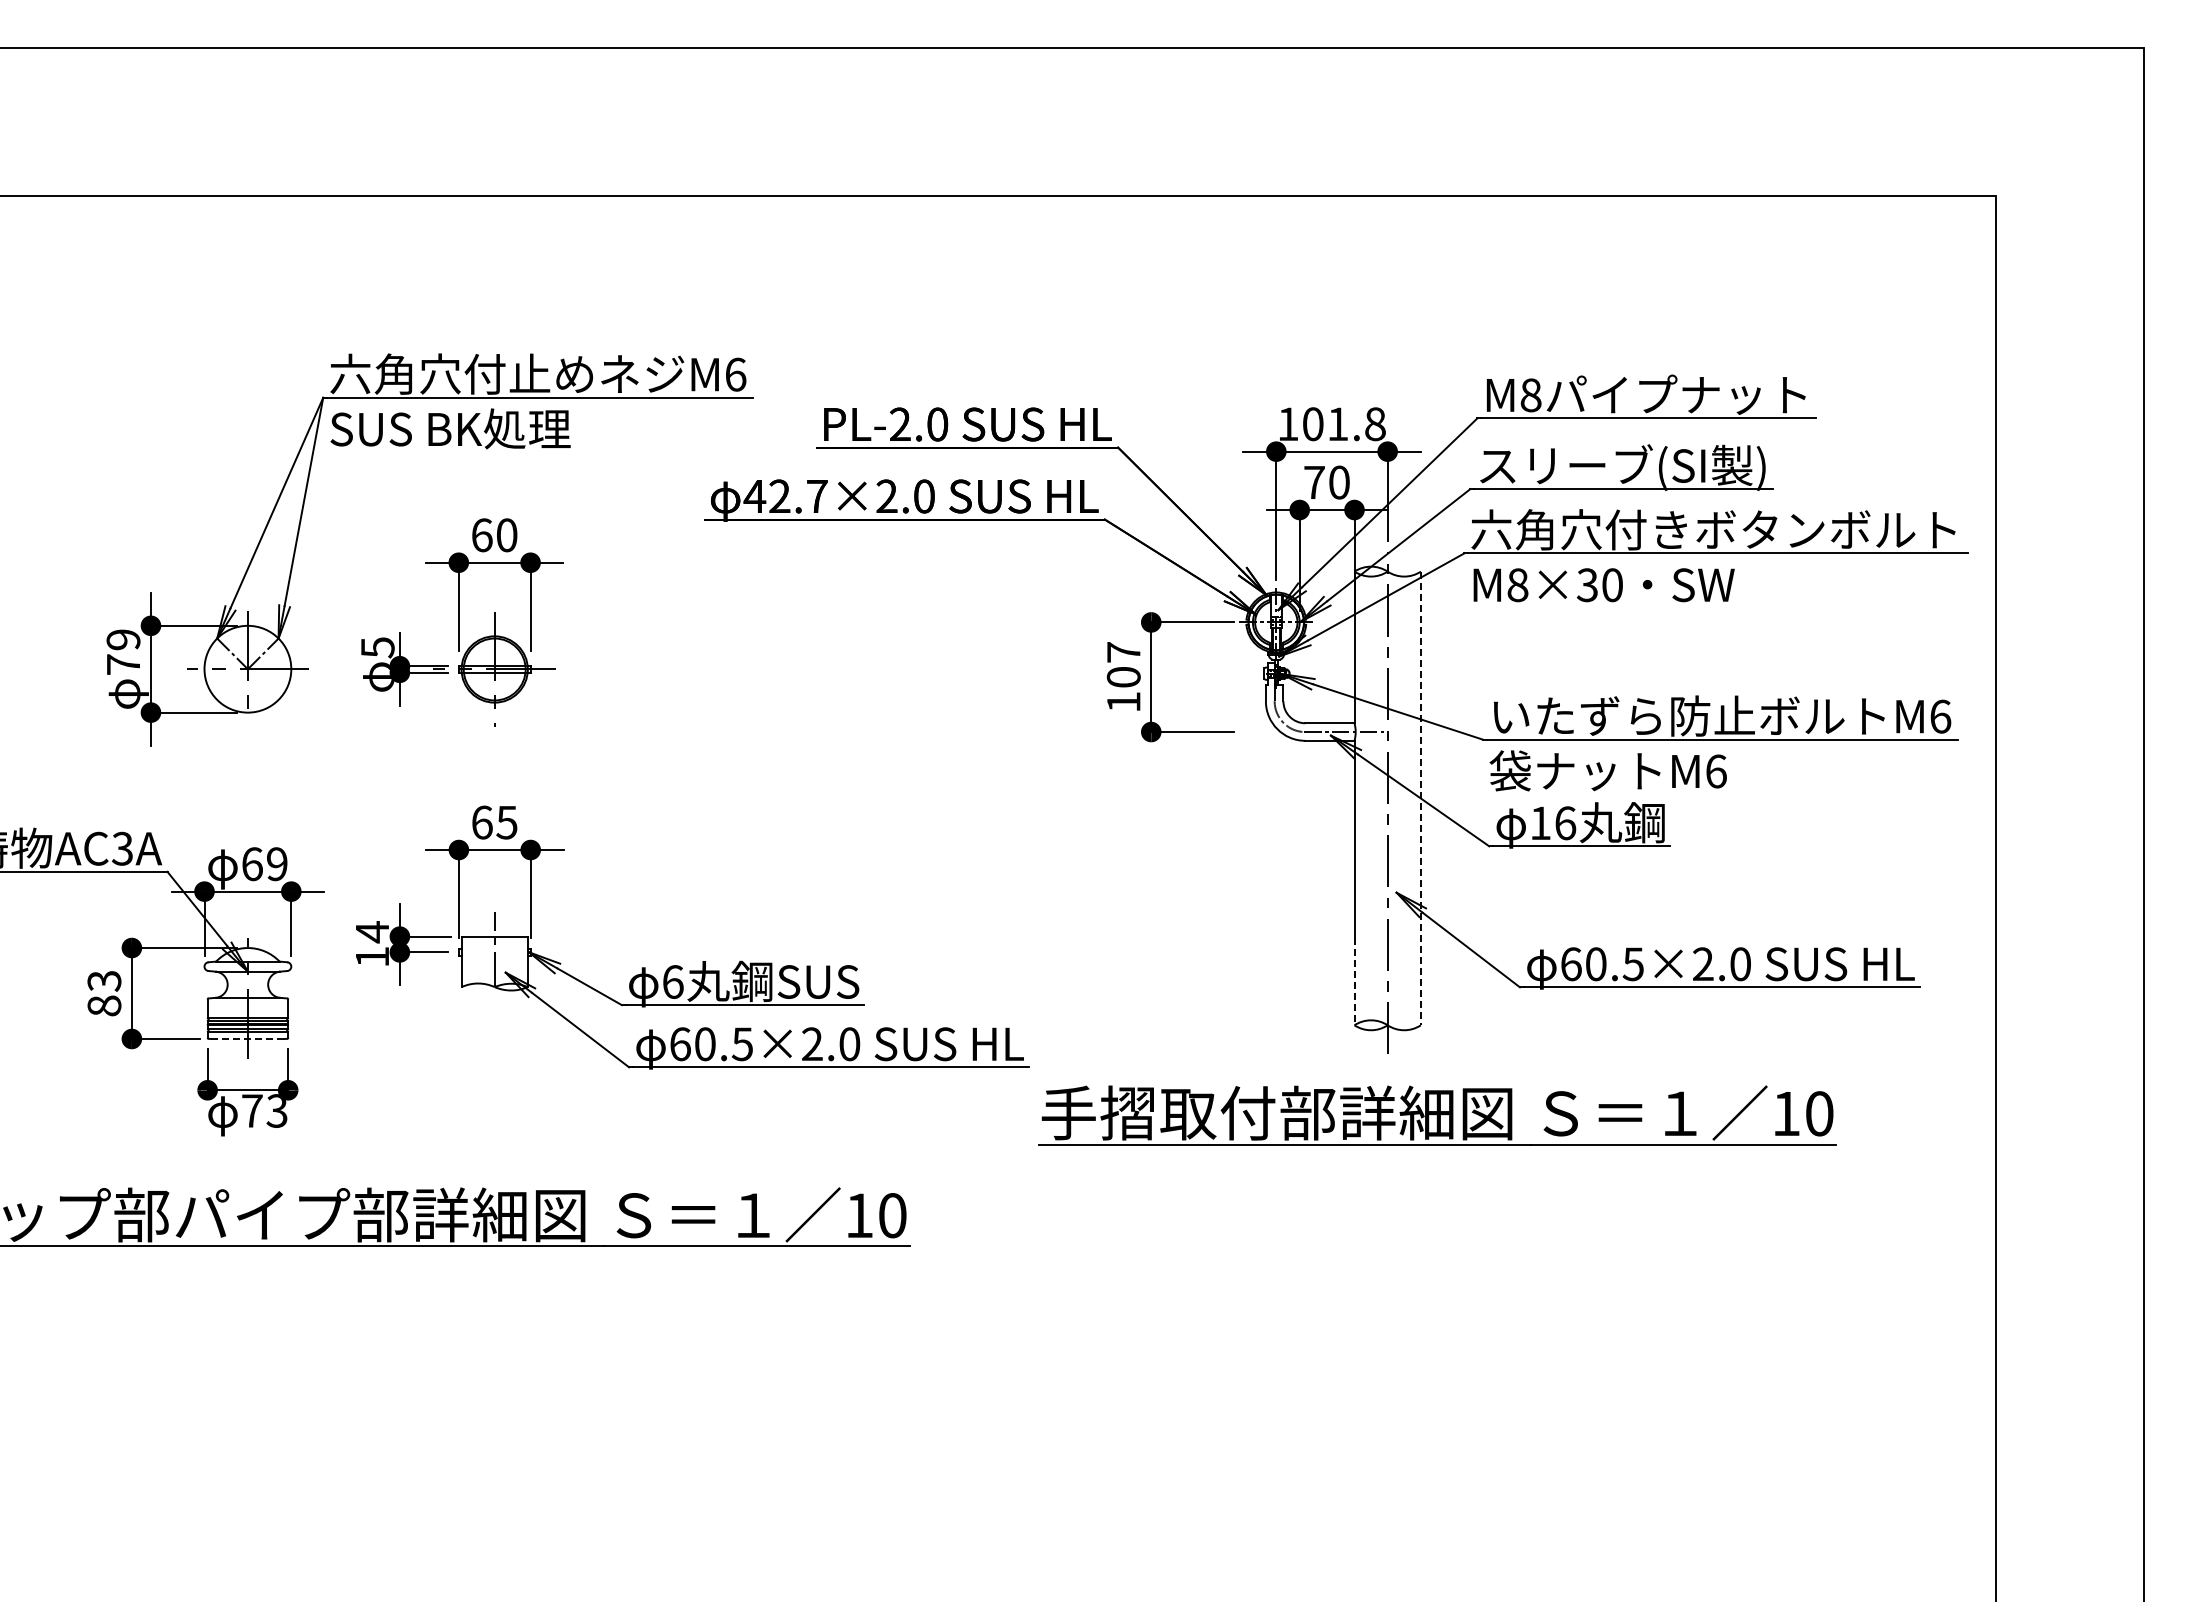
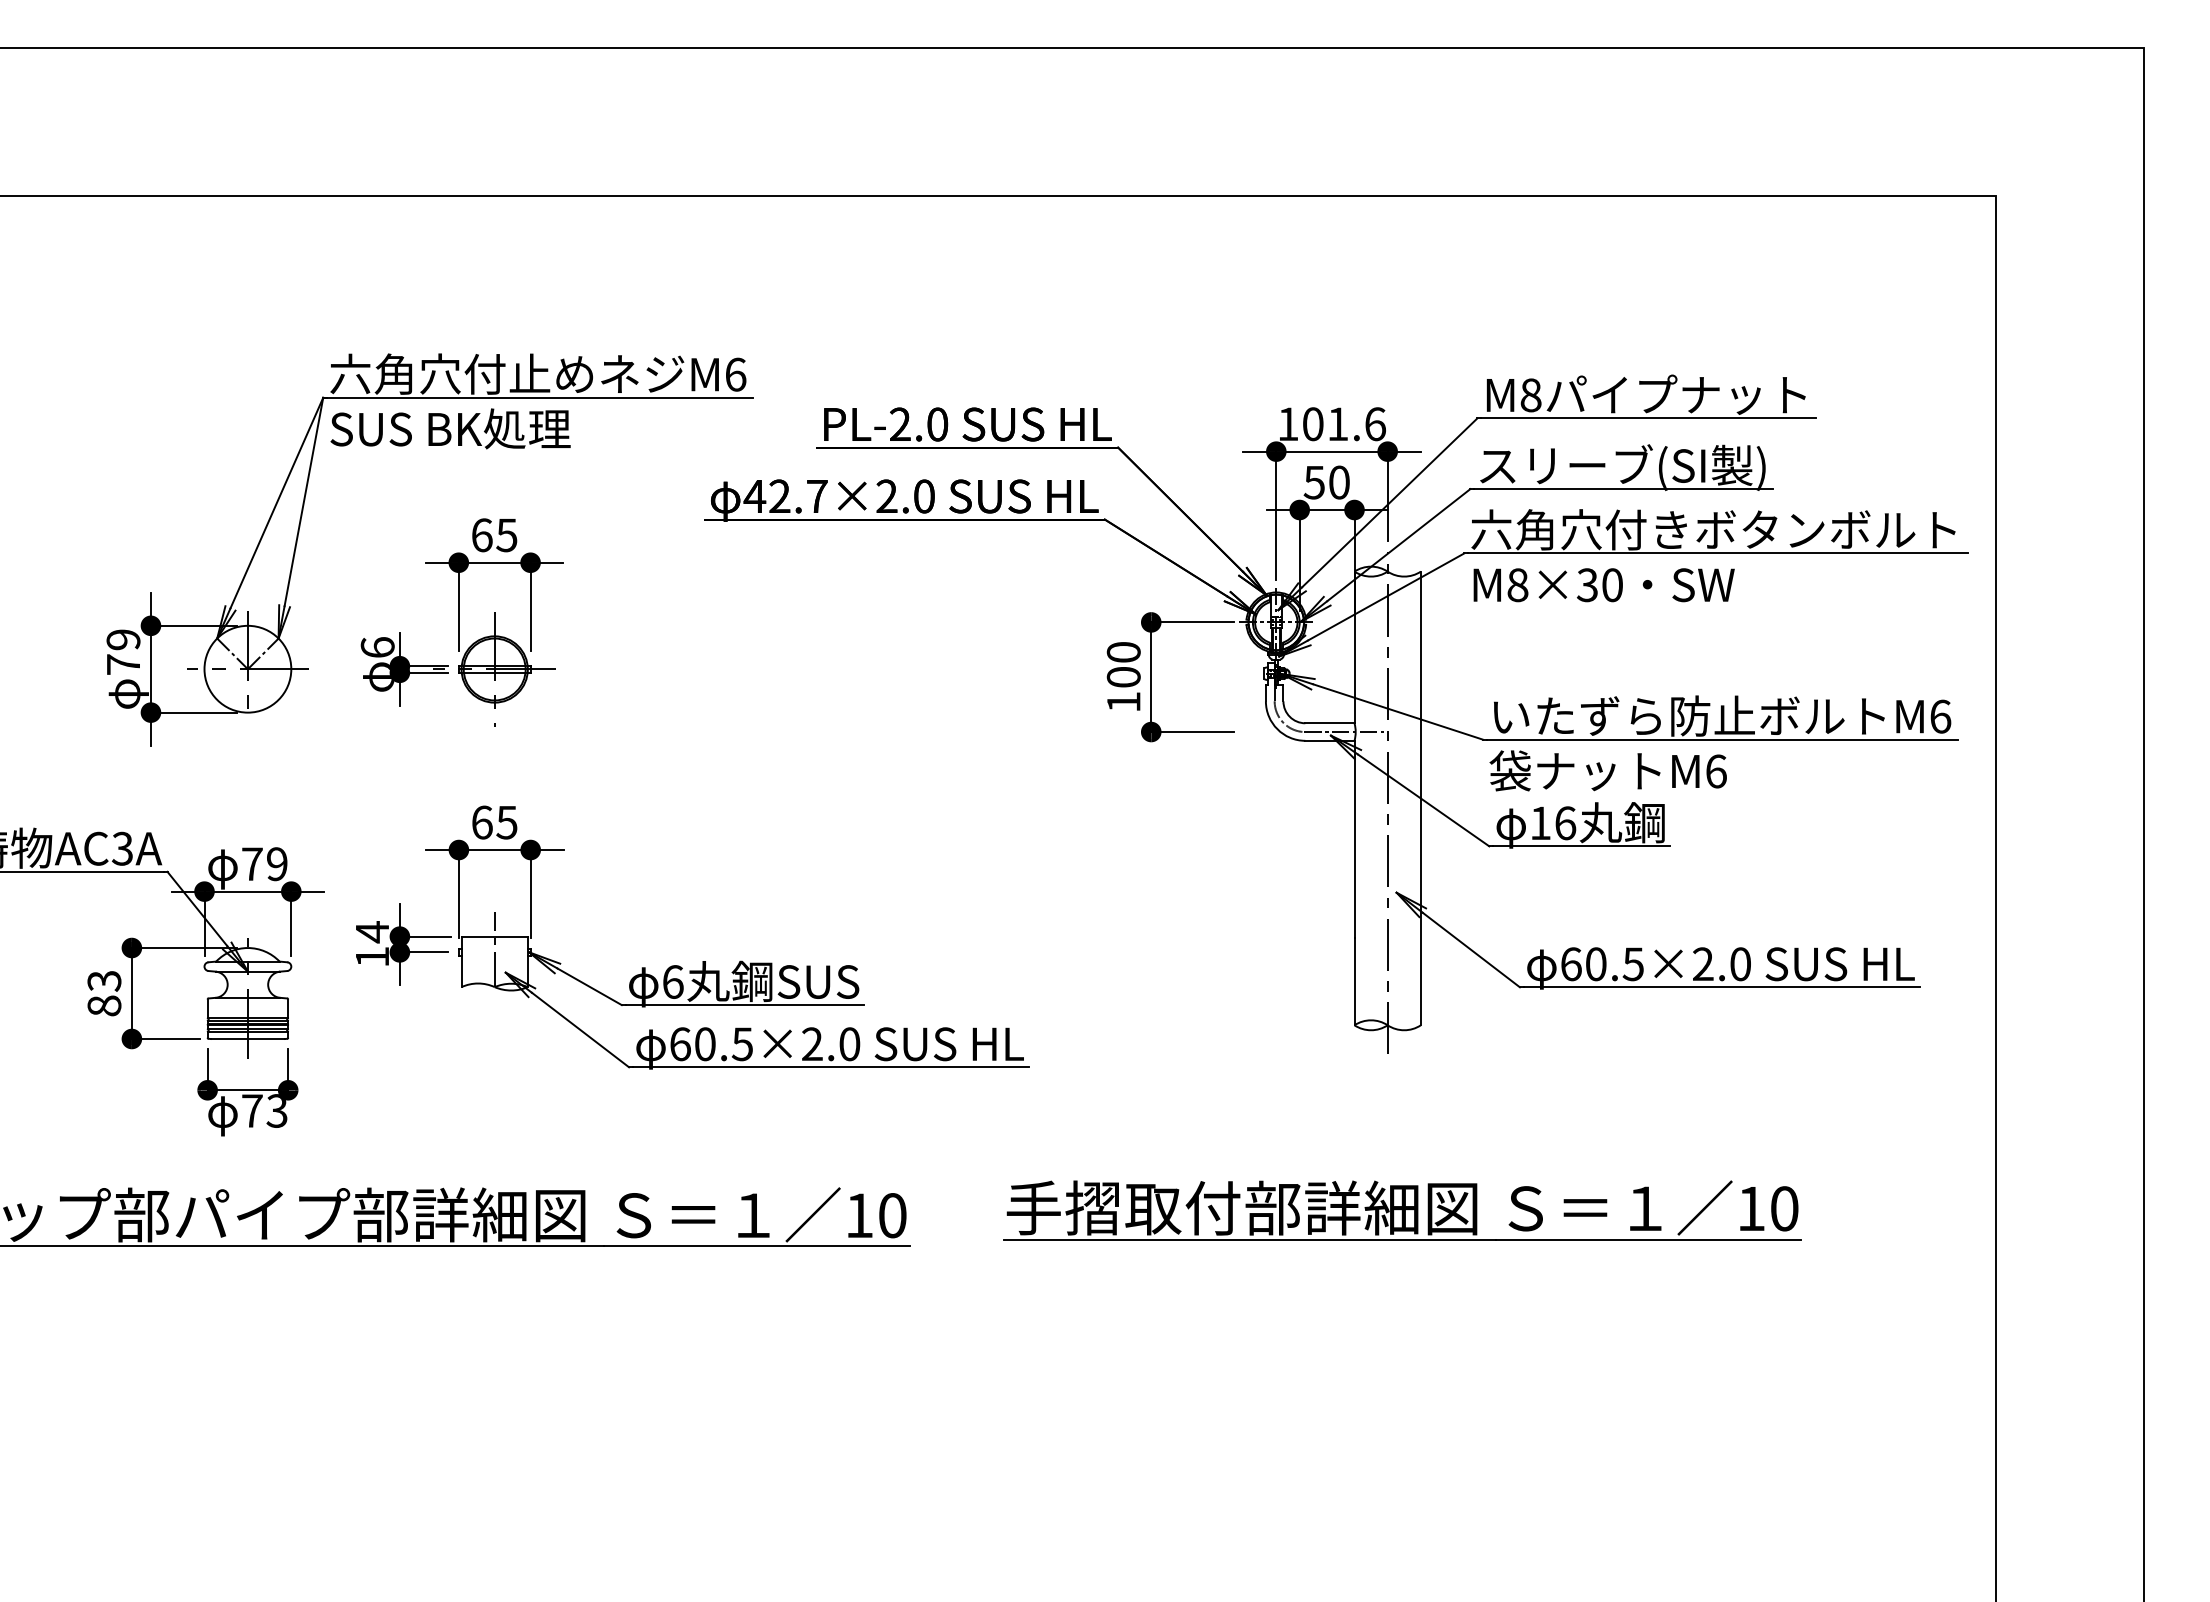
text at (1375, 424): 101.8 -> 101.6
text at (1313, 482): 70 -> 50
text at (506, 535): 60 -> 65
text at (377, 647): 5 -> 6
text at (1123, 652): 107 -> 100
line at (1420, 798): dashed -> solid
text at (252, 864): 69 -> 79
line at (1354, 981): dashed -> solid
line at (247, 1039): dashed -> solid
part at (1437, 1115) position: (1437, 1115) -> (1402, 1210)
